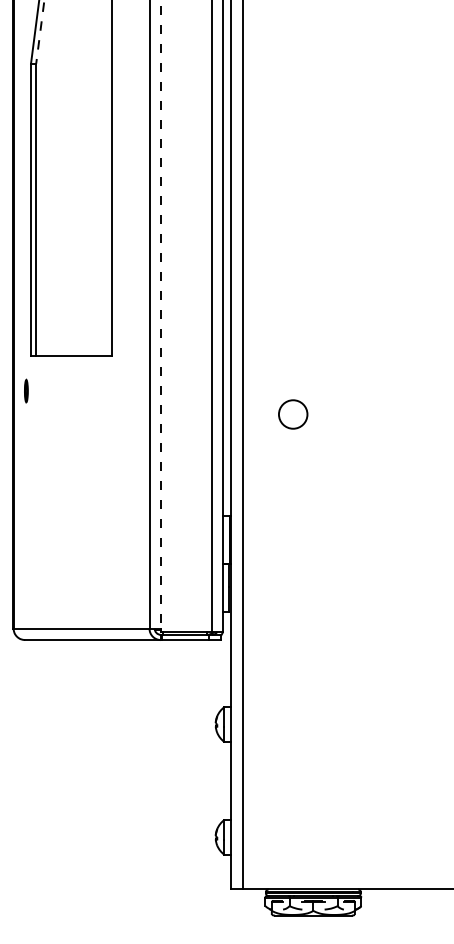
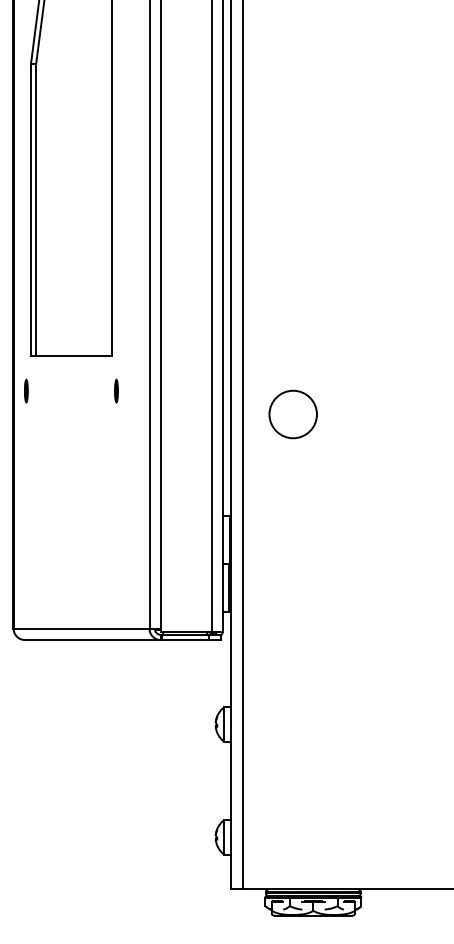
line at (40, 31): dashed -> solid
line at (160, 314): dashed -> solid
line at (116, 390): none -> present
circle at (292, 414) diameter: 28 px -> 47 px
